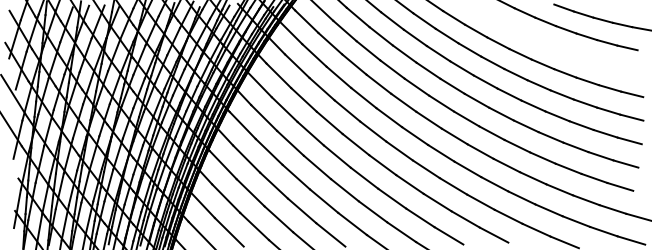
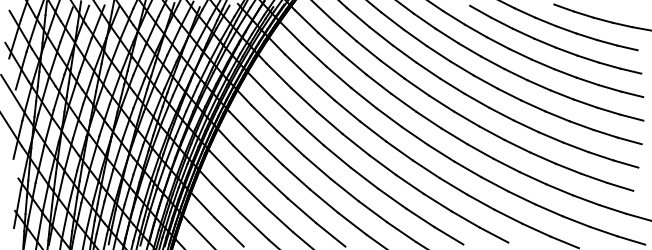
part at (553, 45): none -> present
